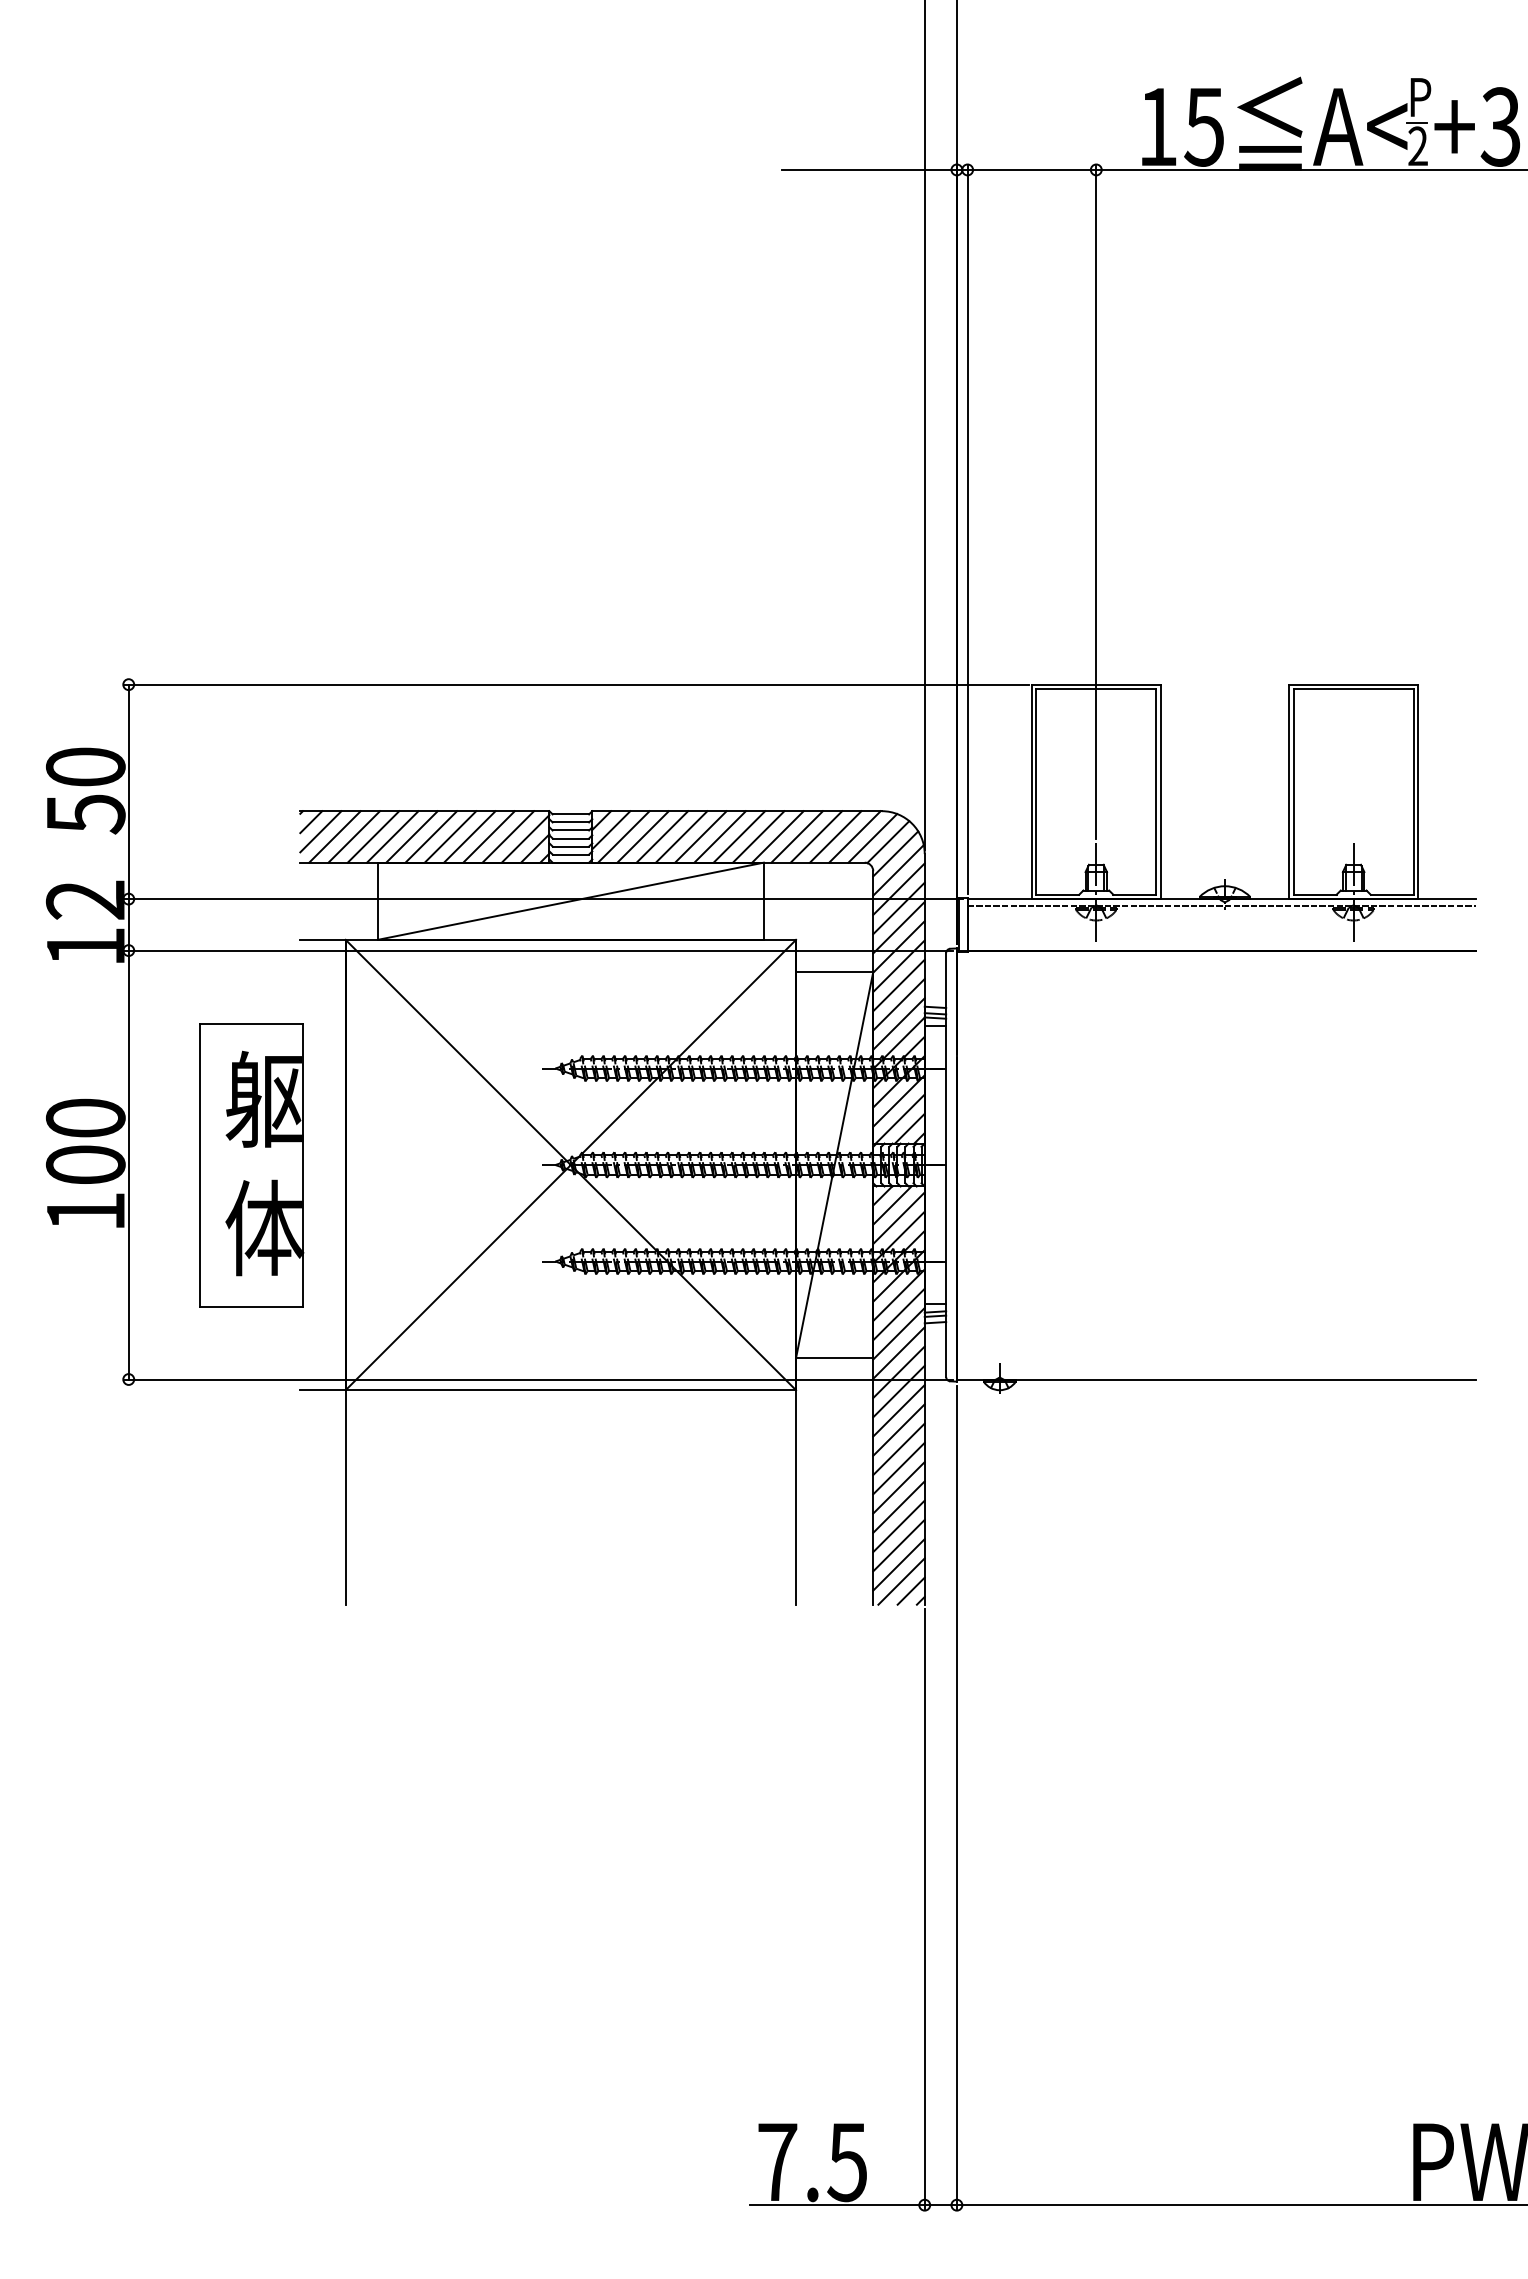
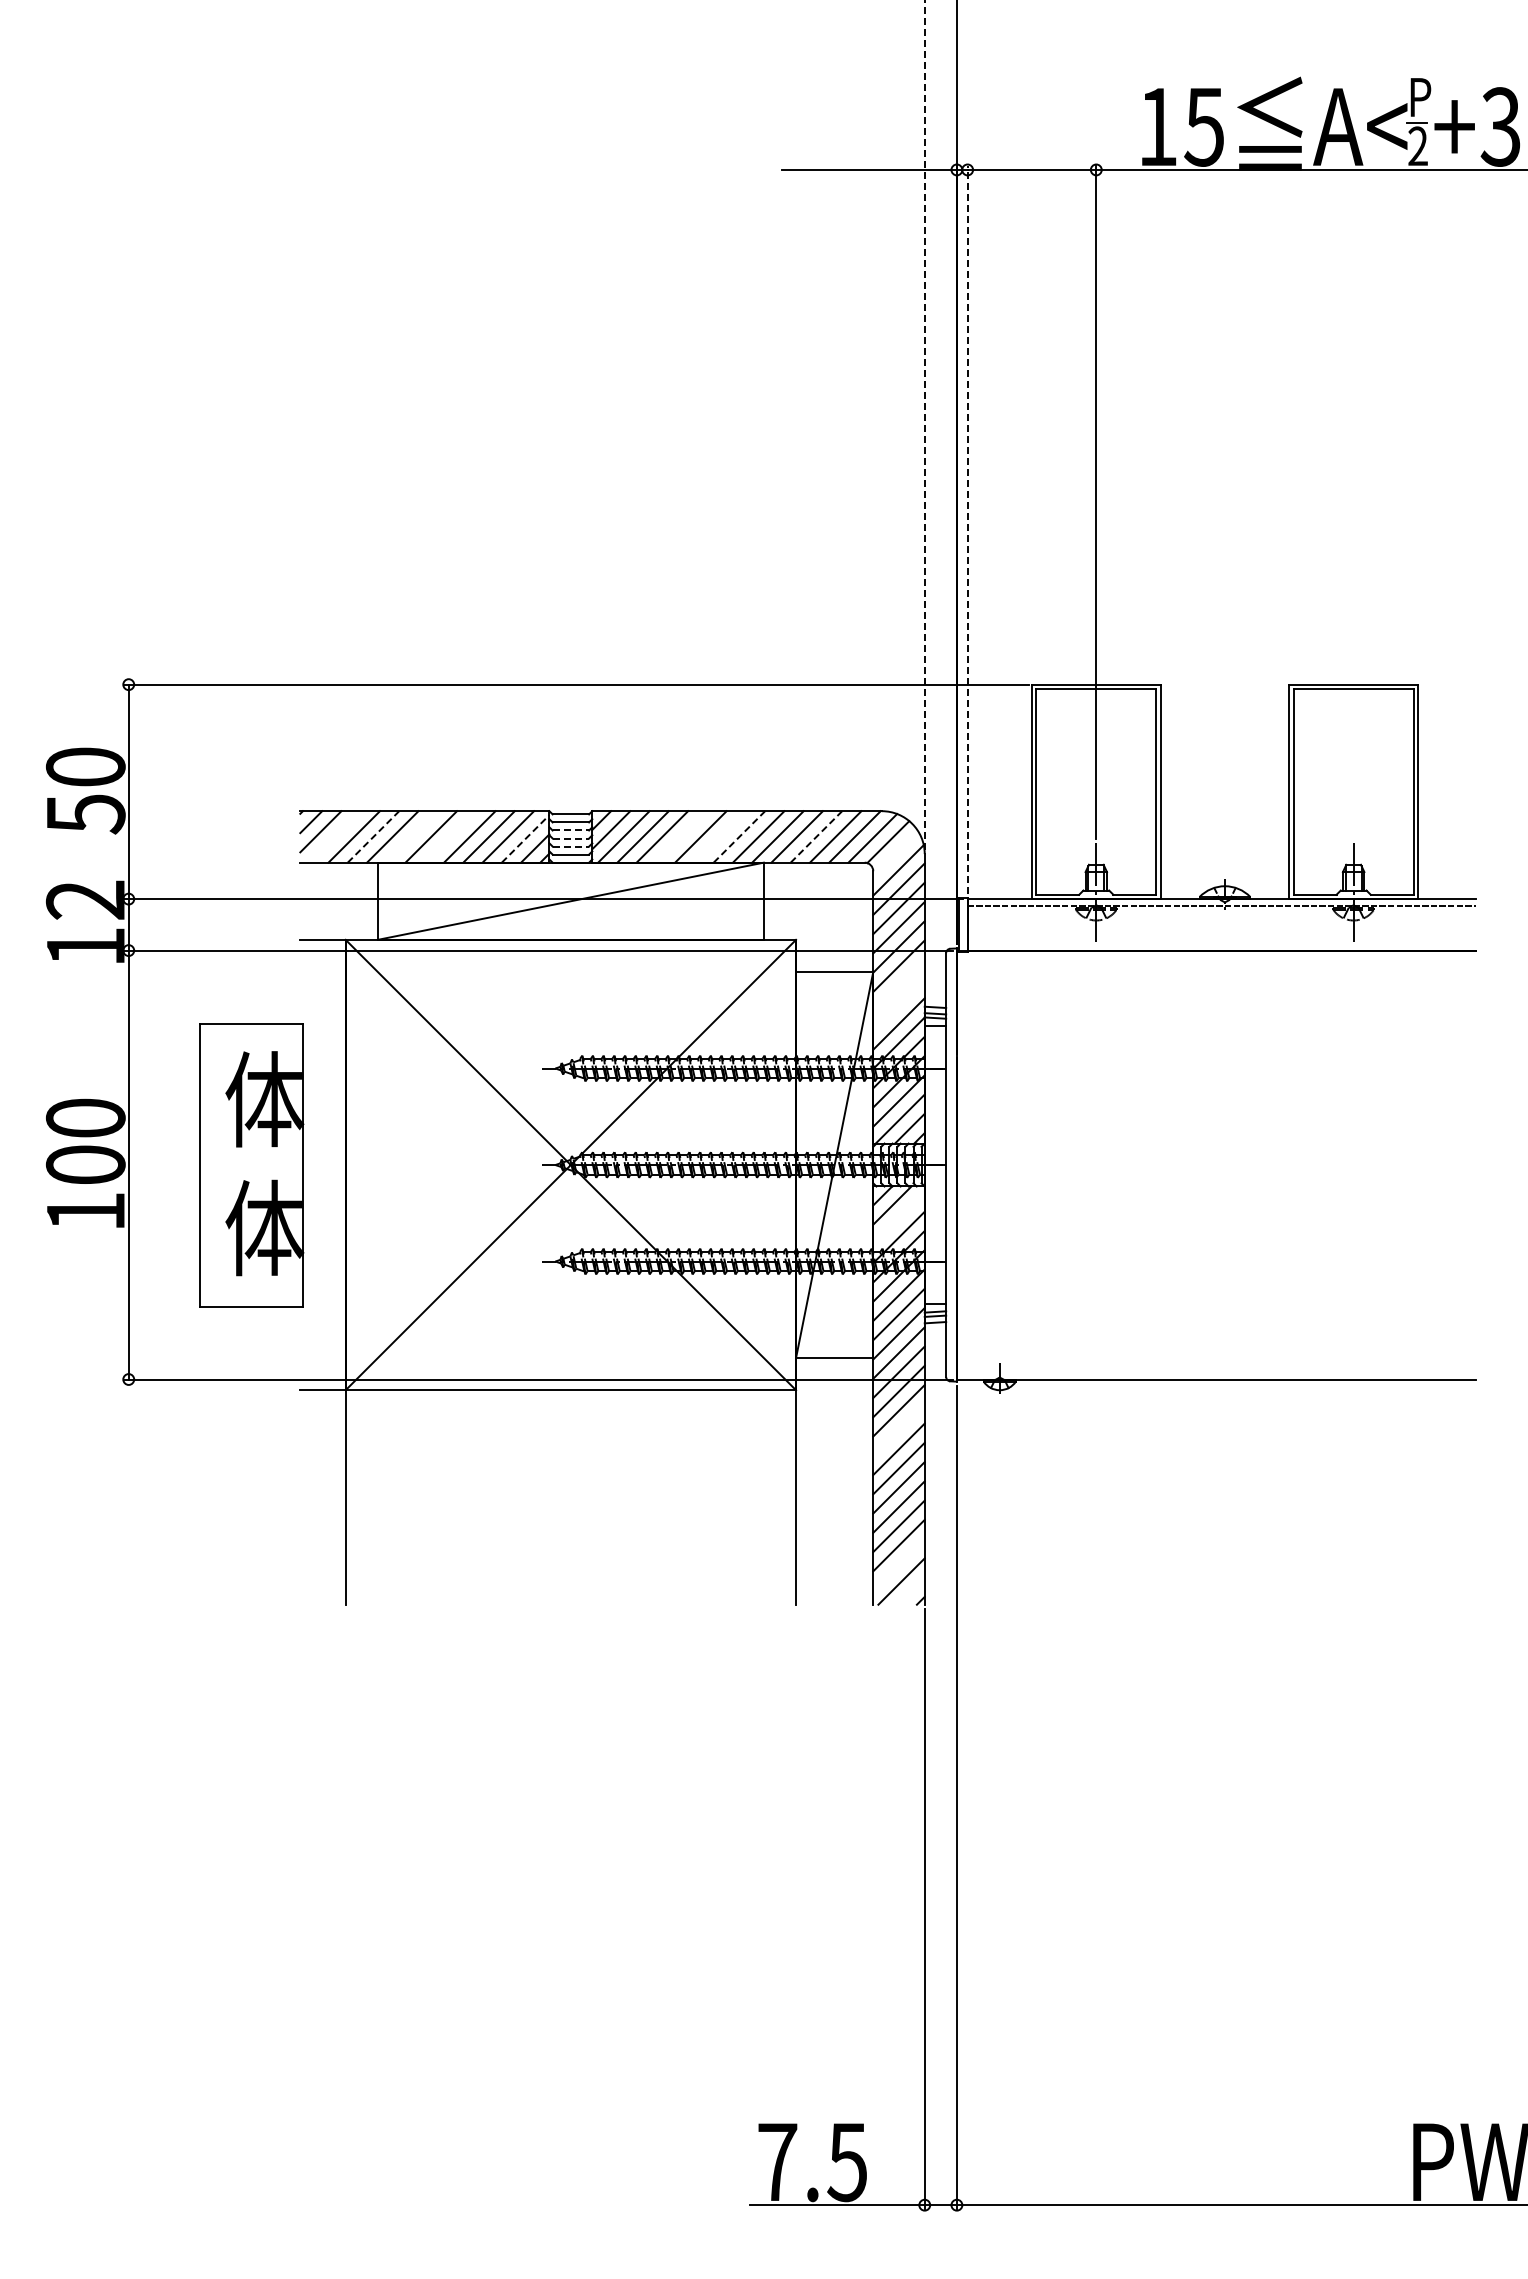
line at (924, 424): solid -> dashed
line at (967, 529): solid -> dashed
line at (571, 830): solid -> dashed
line at (334, 836): present -> none
line at (373, 836): solid -> dashed
line at (411, 836): present -> none
line at (450, 836): present -> none
line at (681, 836): present -> none
line at (719, 836): present -> none
line at (739, 836): solid -> dashed
line at (816, 836): solid -> dashed
line at (525, 838): solid -> dashed
line at (571, 838): solid -> dashed
line at (571, 846): solid -> dashed
line at (895, 853): present -> none
line at (898, 985): present -> none
line at (898, 1004): present -> none
text at (264, 1098): 躯 -> 体
line at (898, 1217): present -> none
line at (898, 1429): present -> none
line at (898, 1564): present -> none
line at (910, 1590): present -> none
